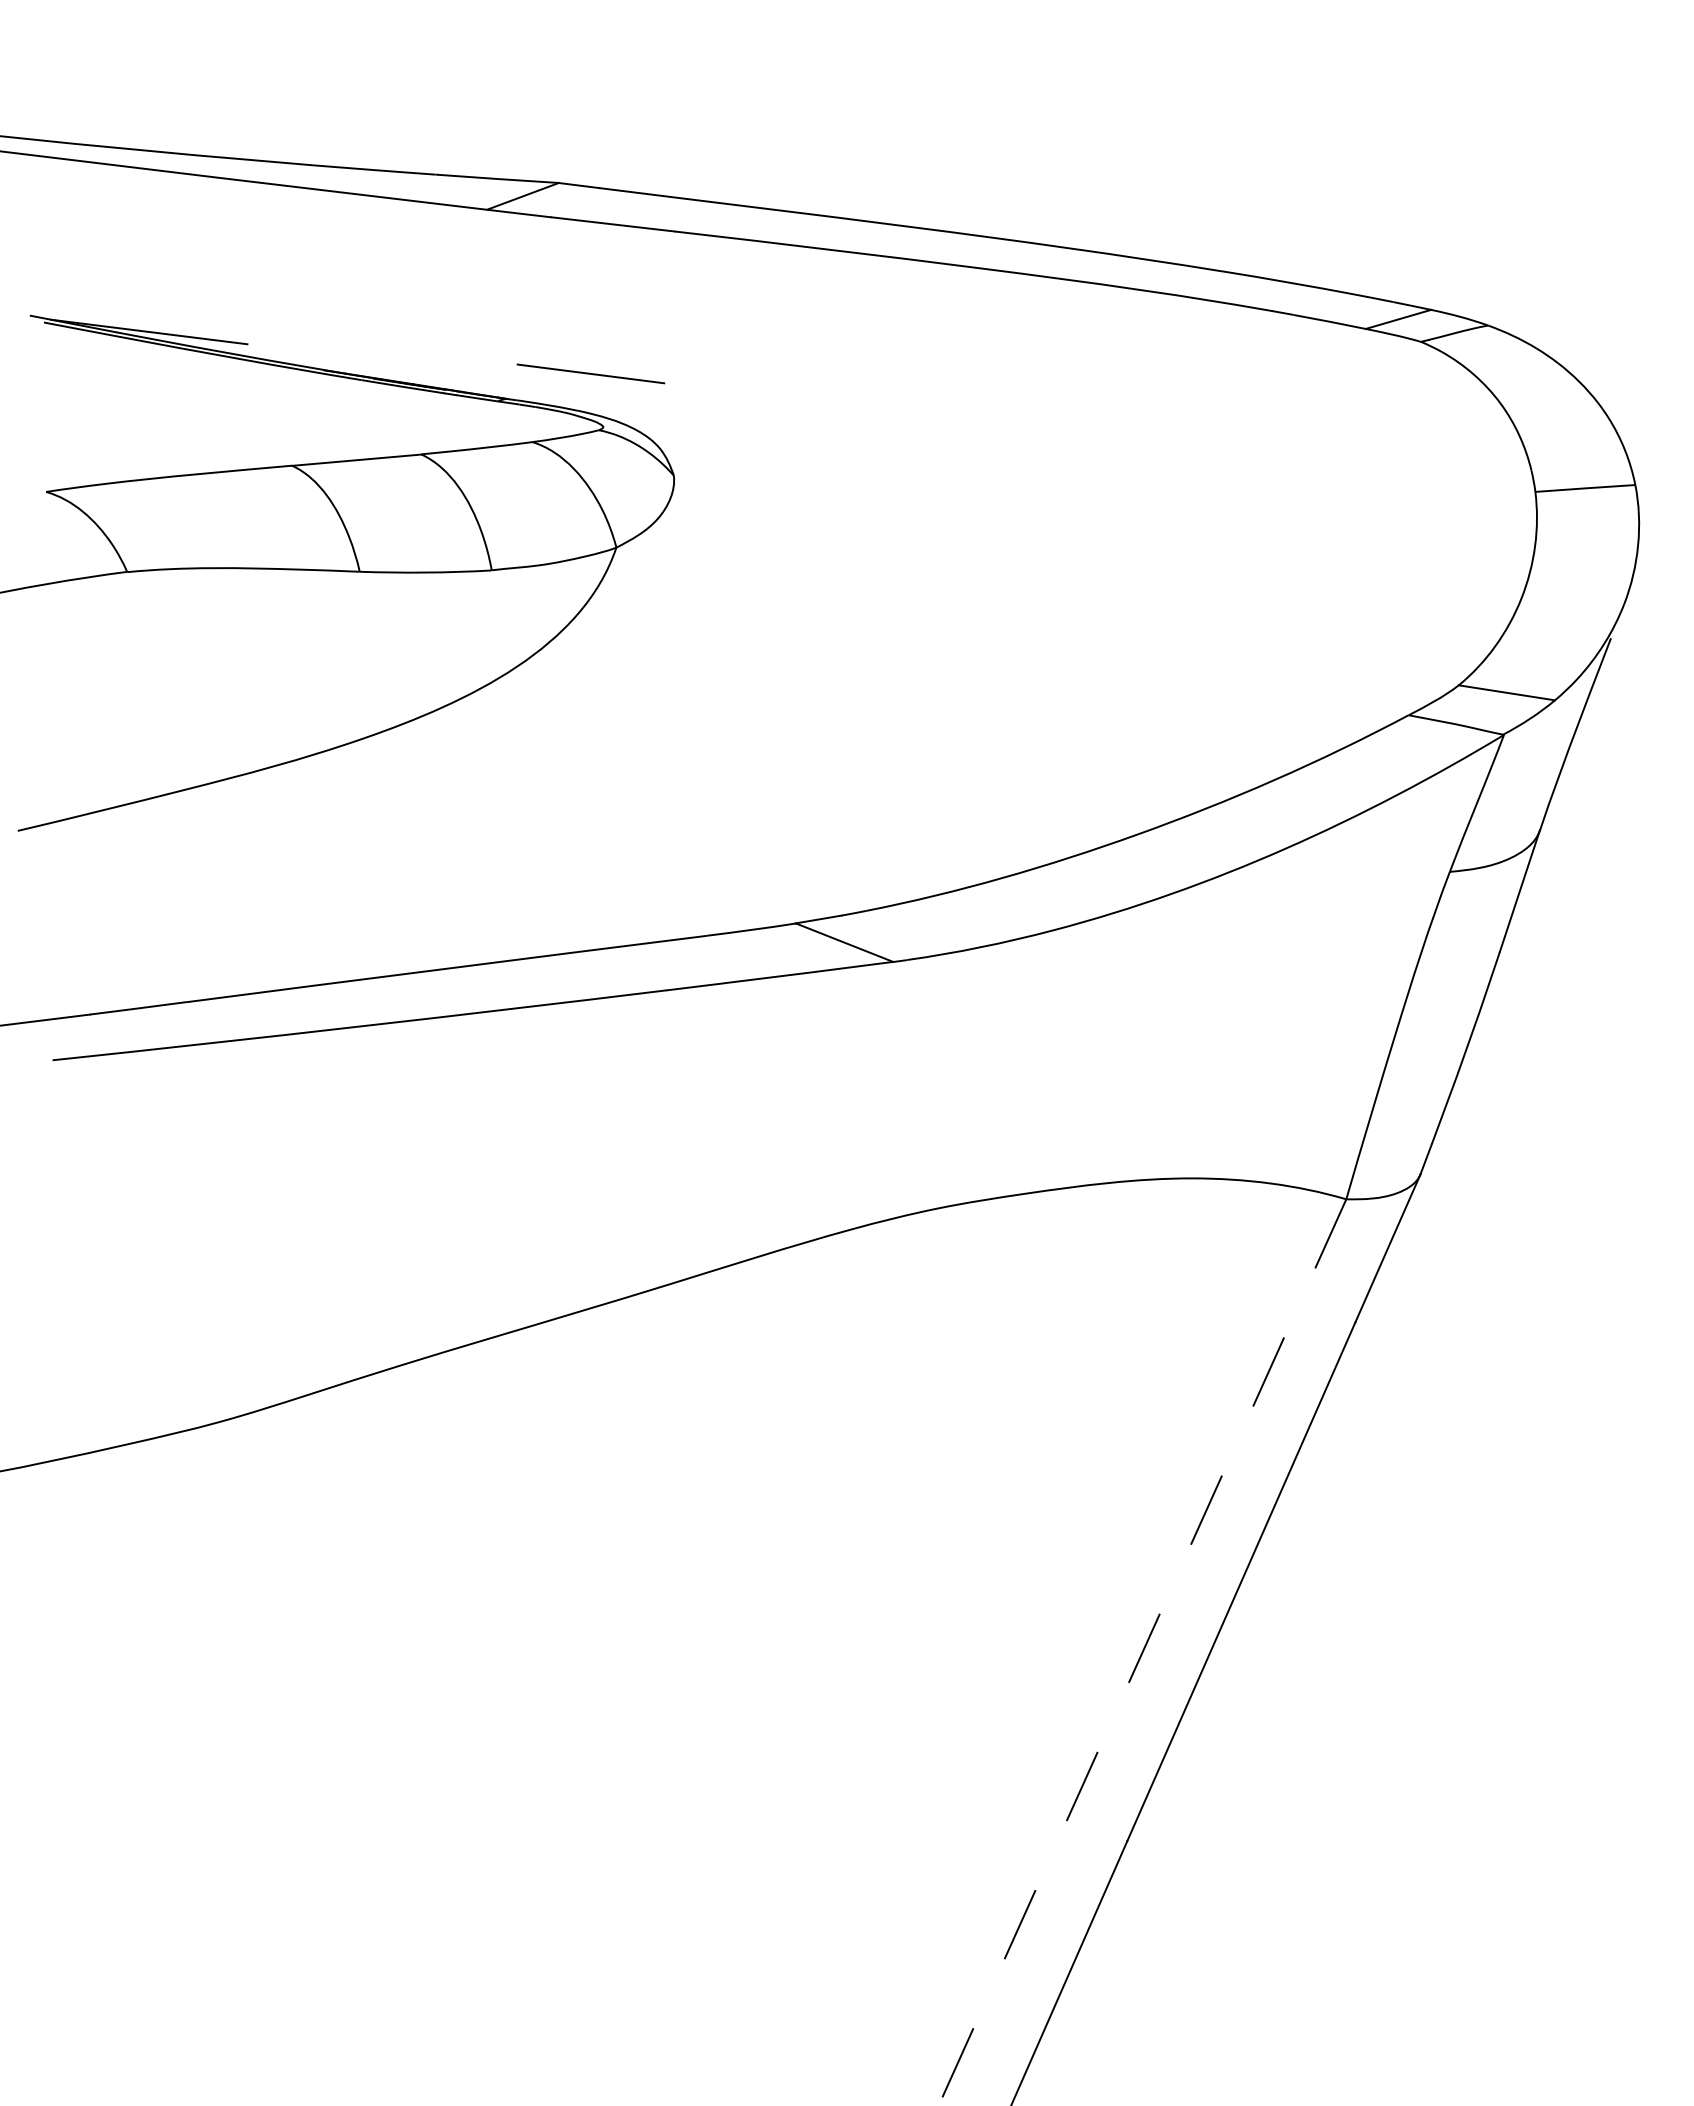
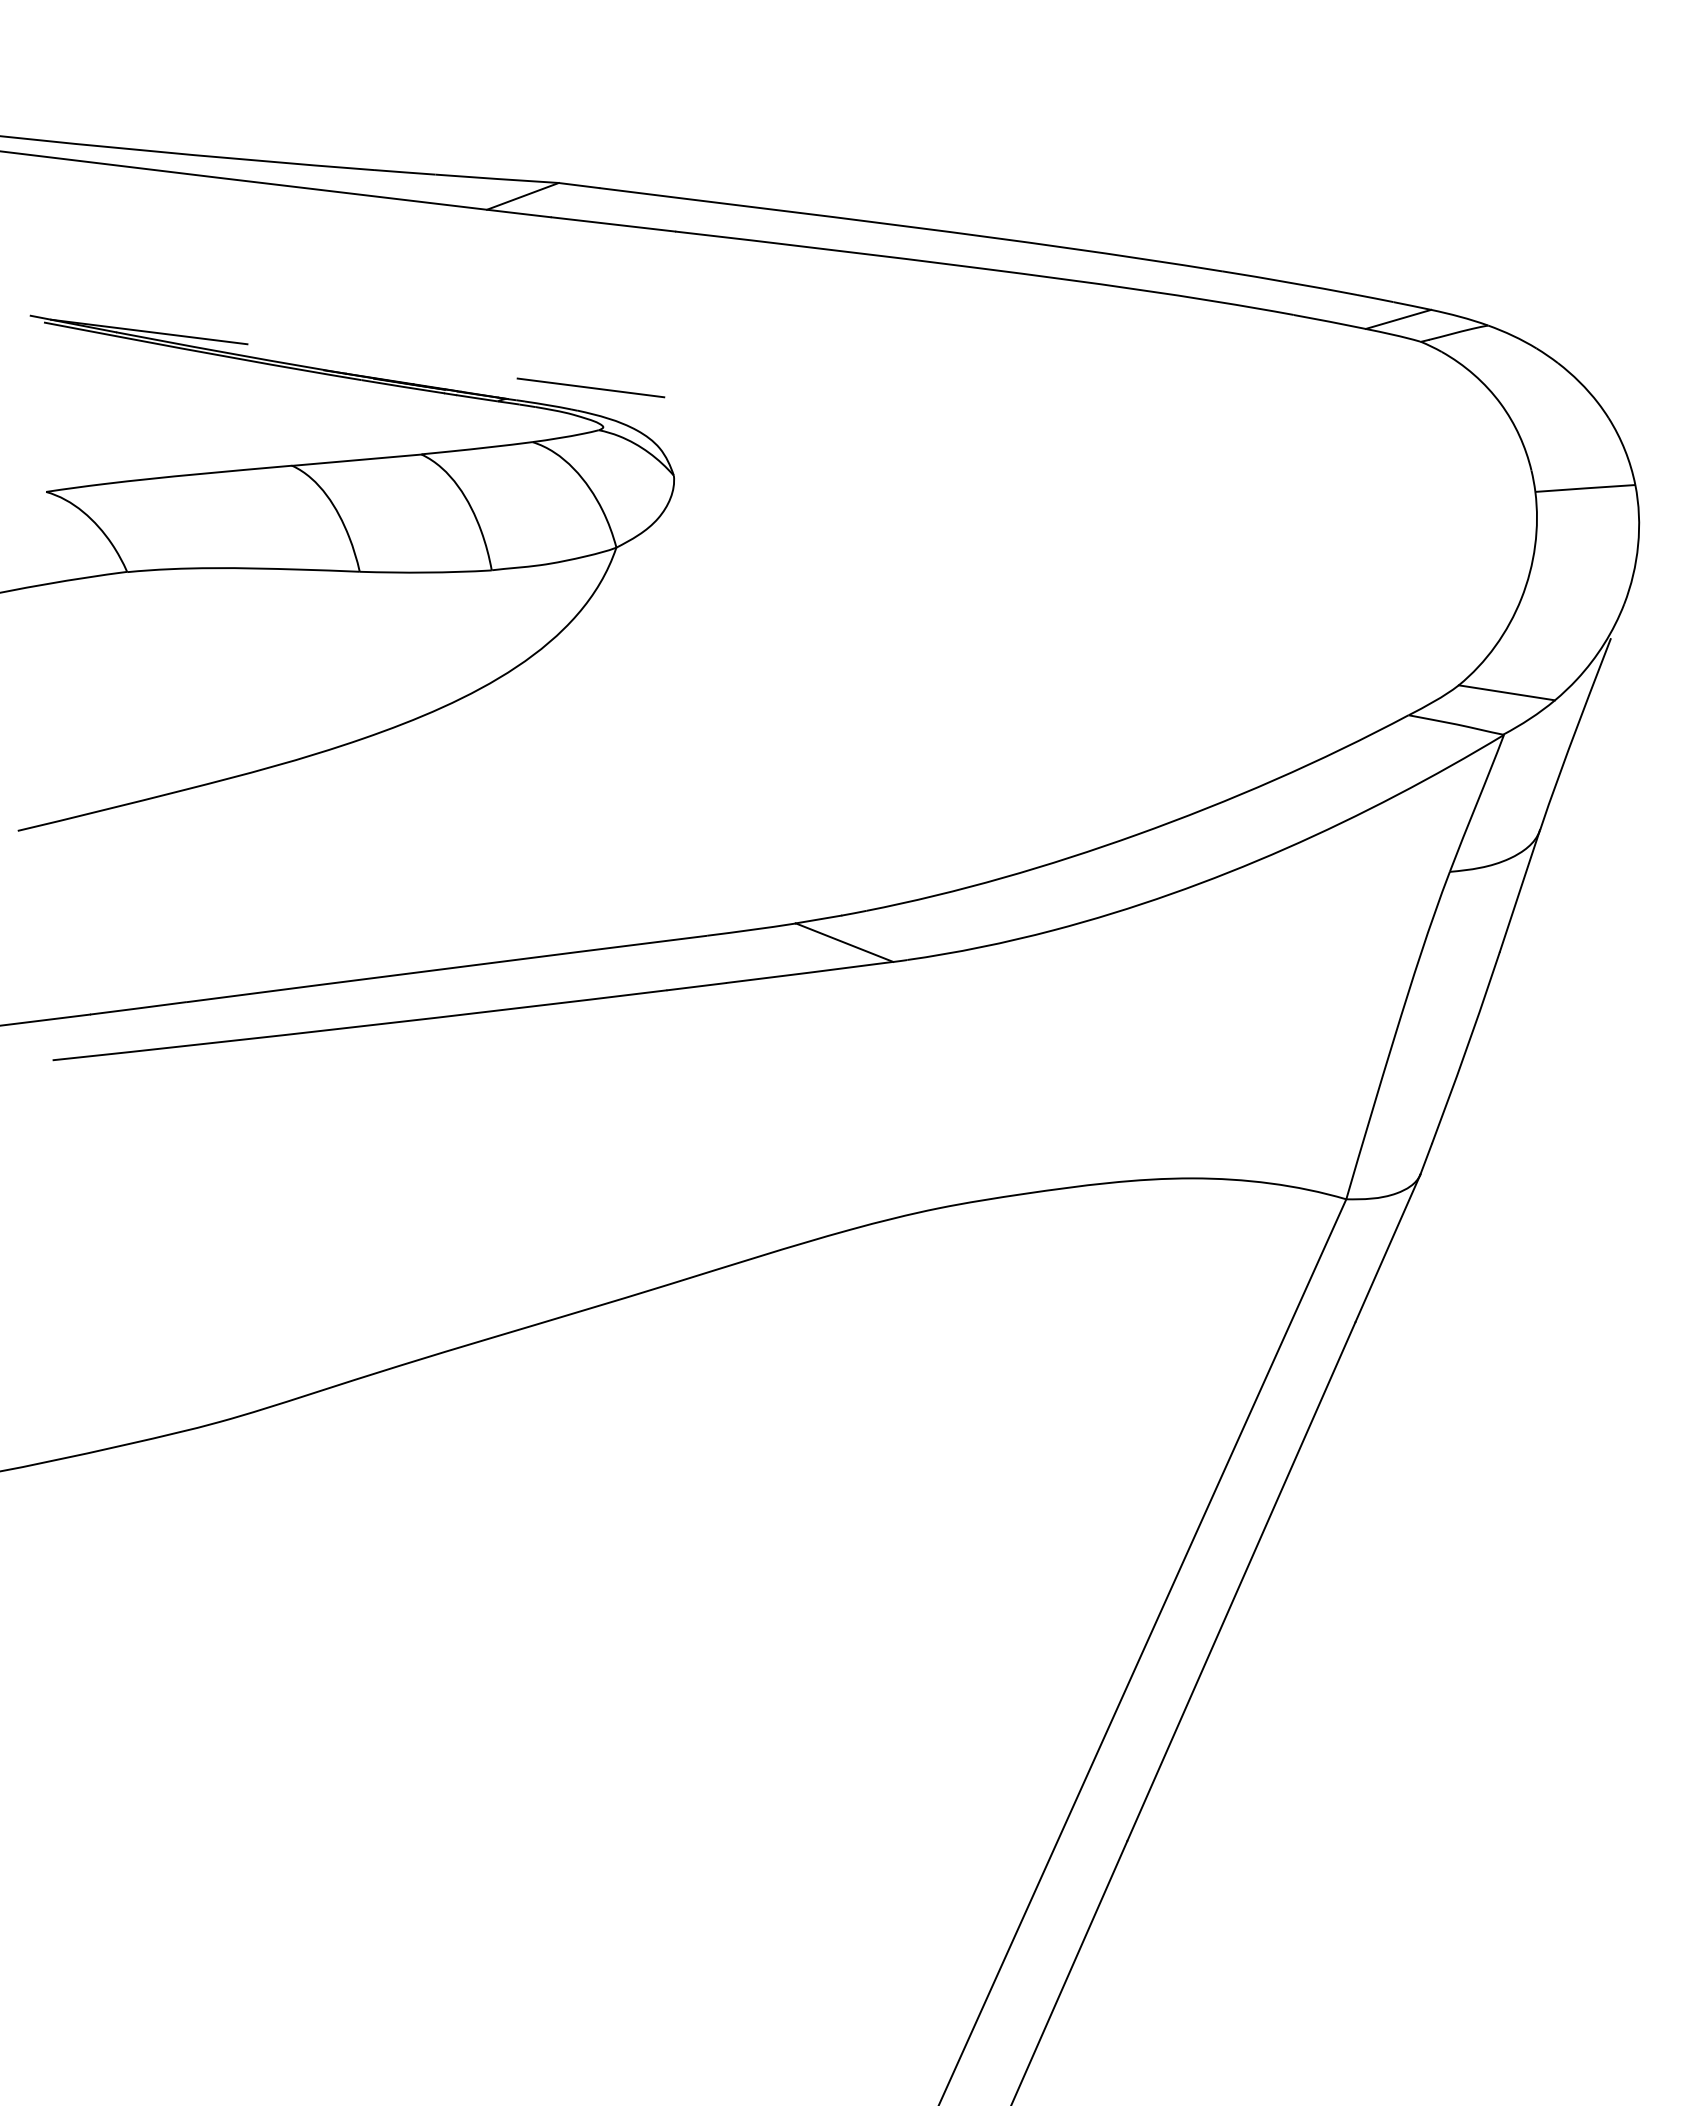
line at (590, 373) position: (590, 373) -> (590, 387)
line at (1142, 1652): dashed -> solid
